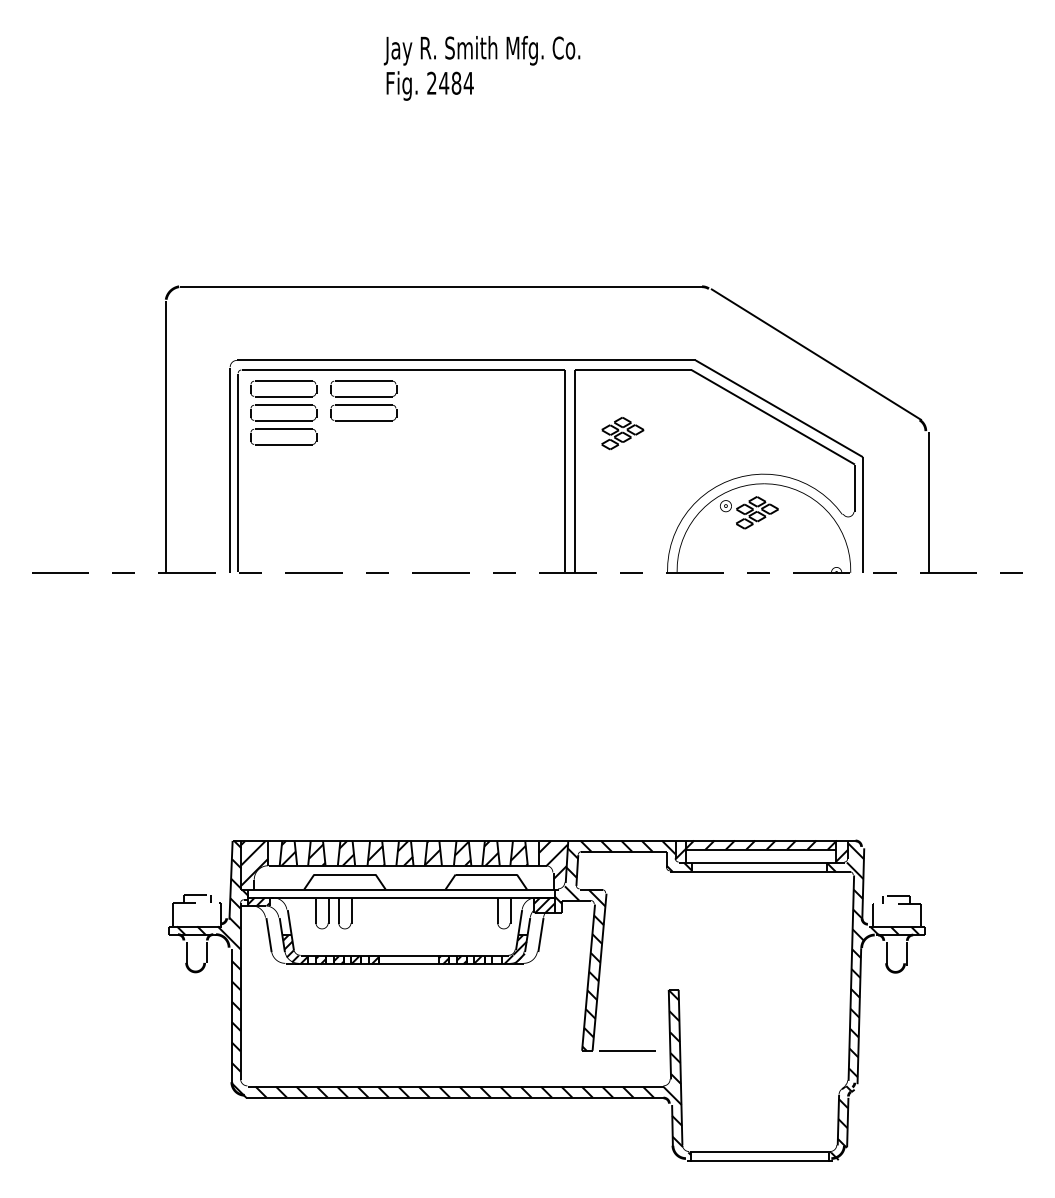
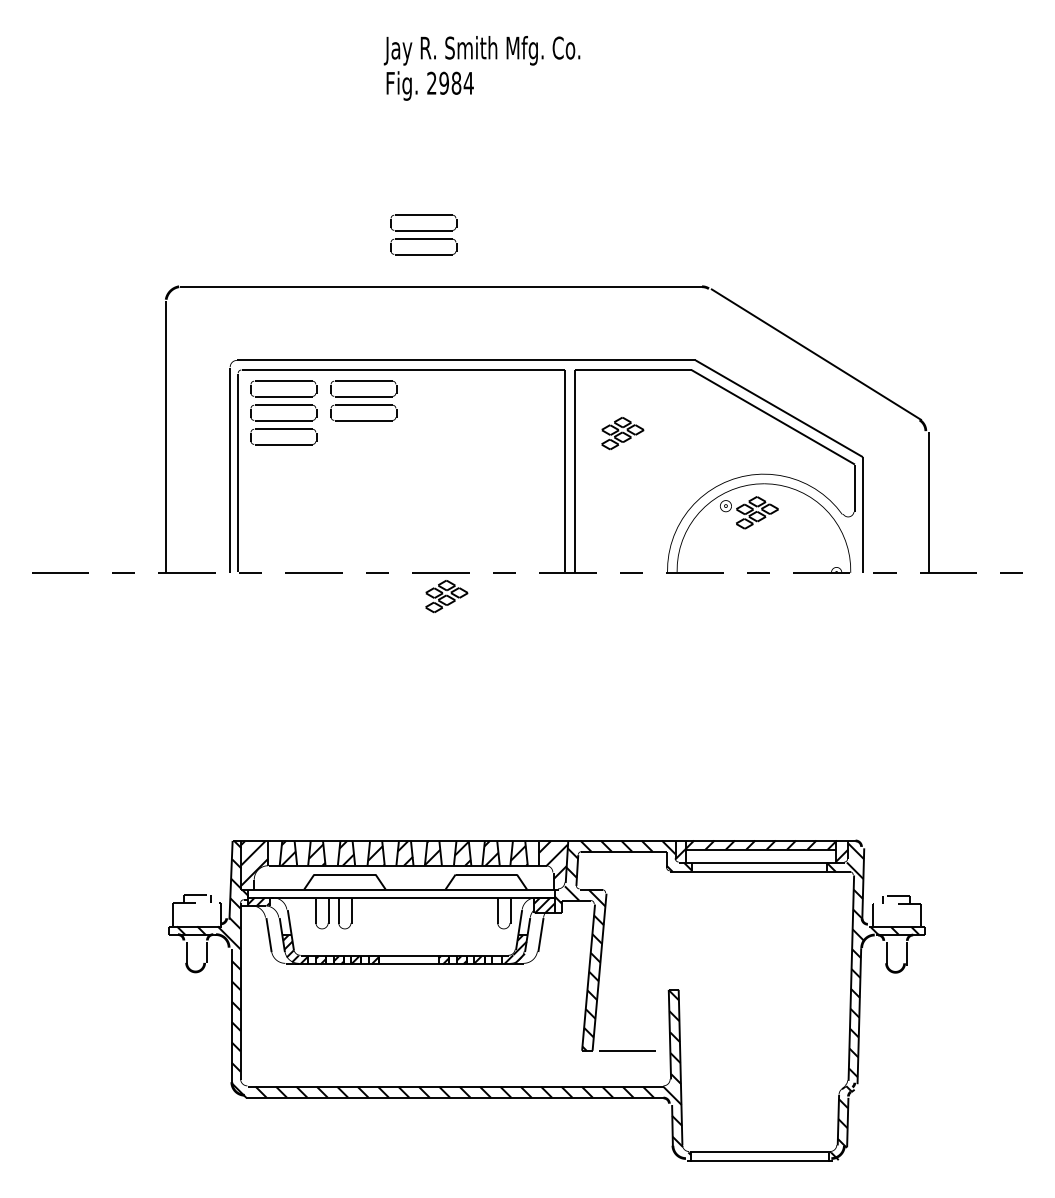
text at (444, 82): 2484 -> 2984
part at (423, 234): none -> present
part at (446, 596): none -> present
